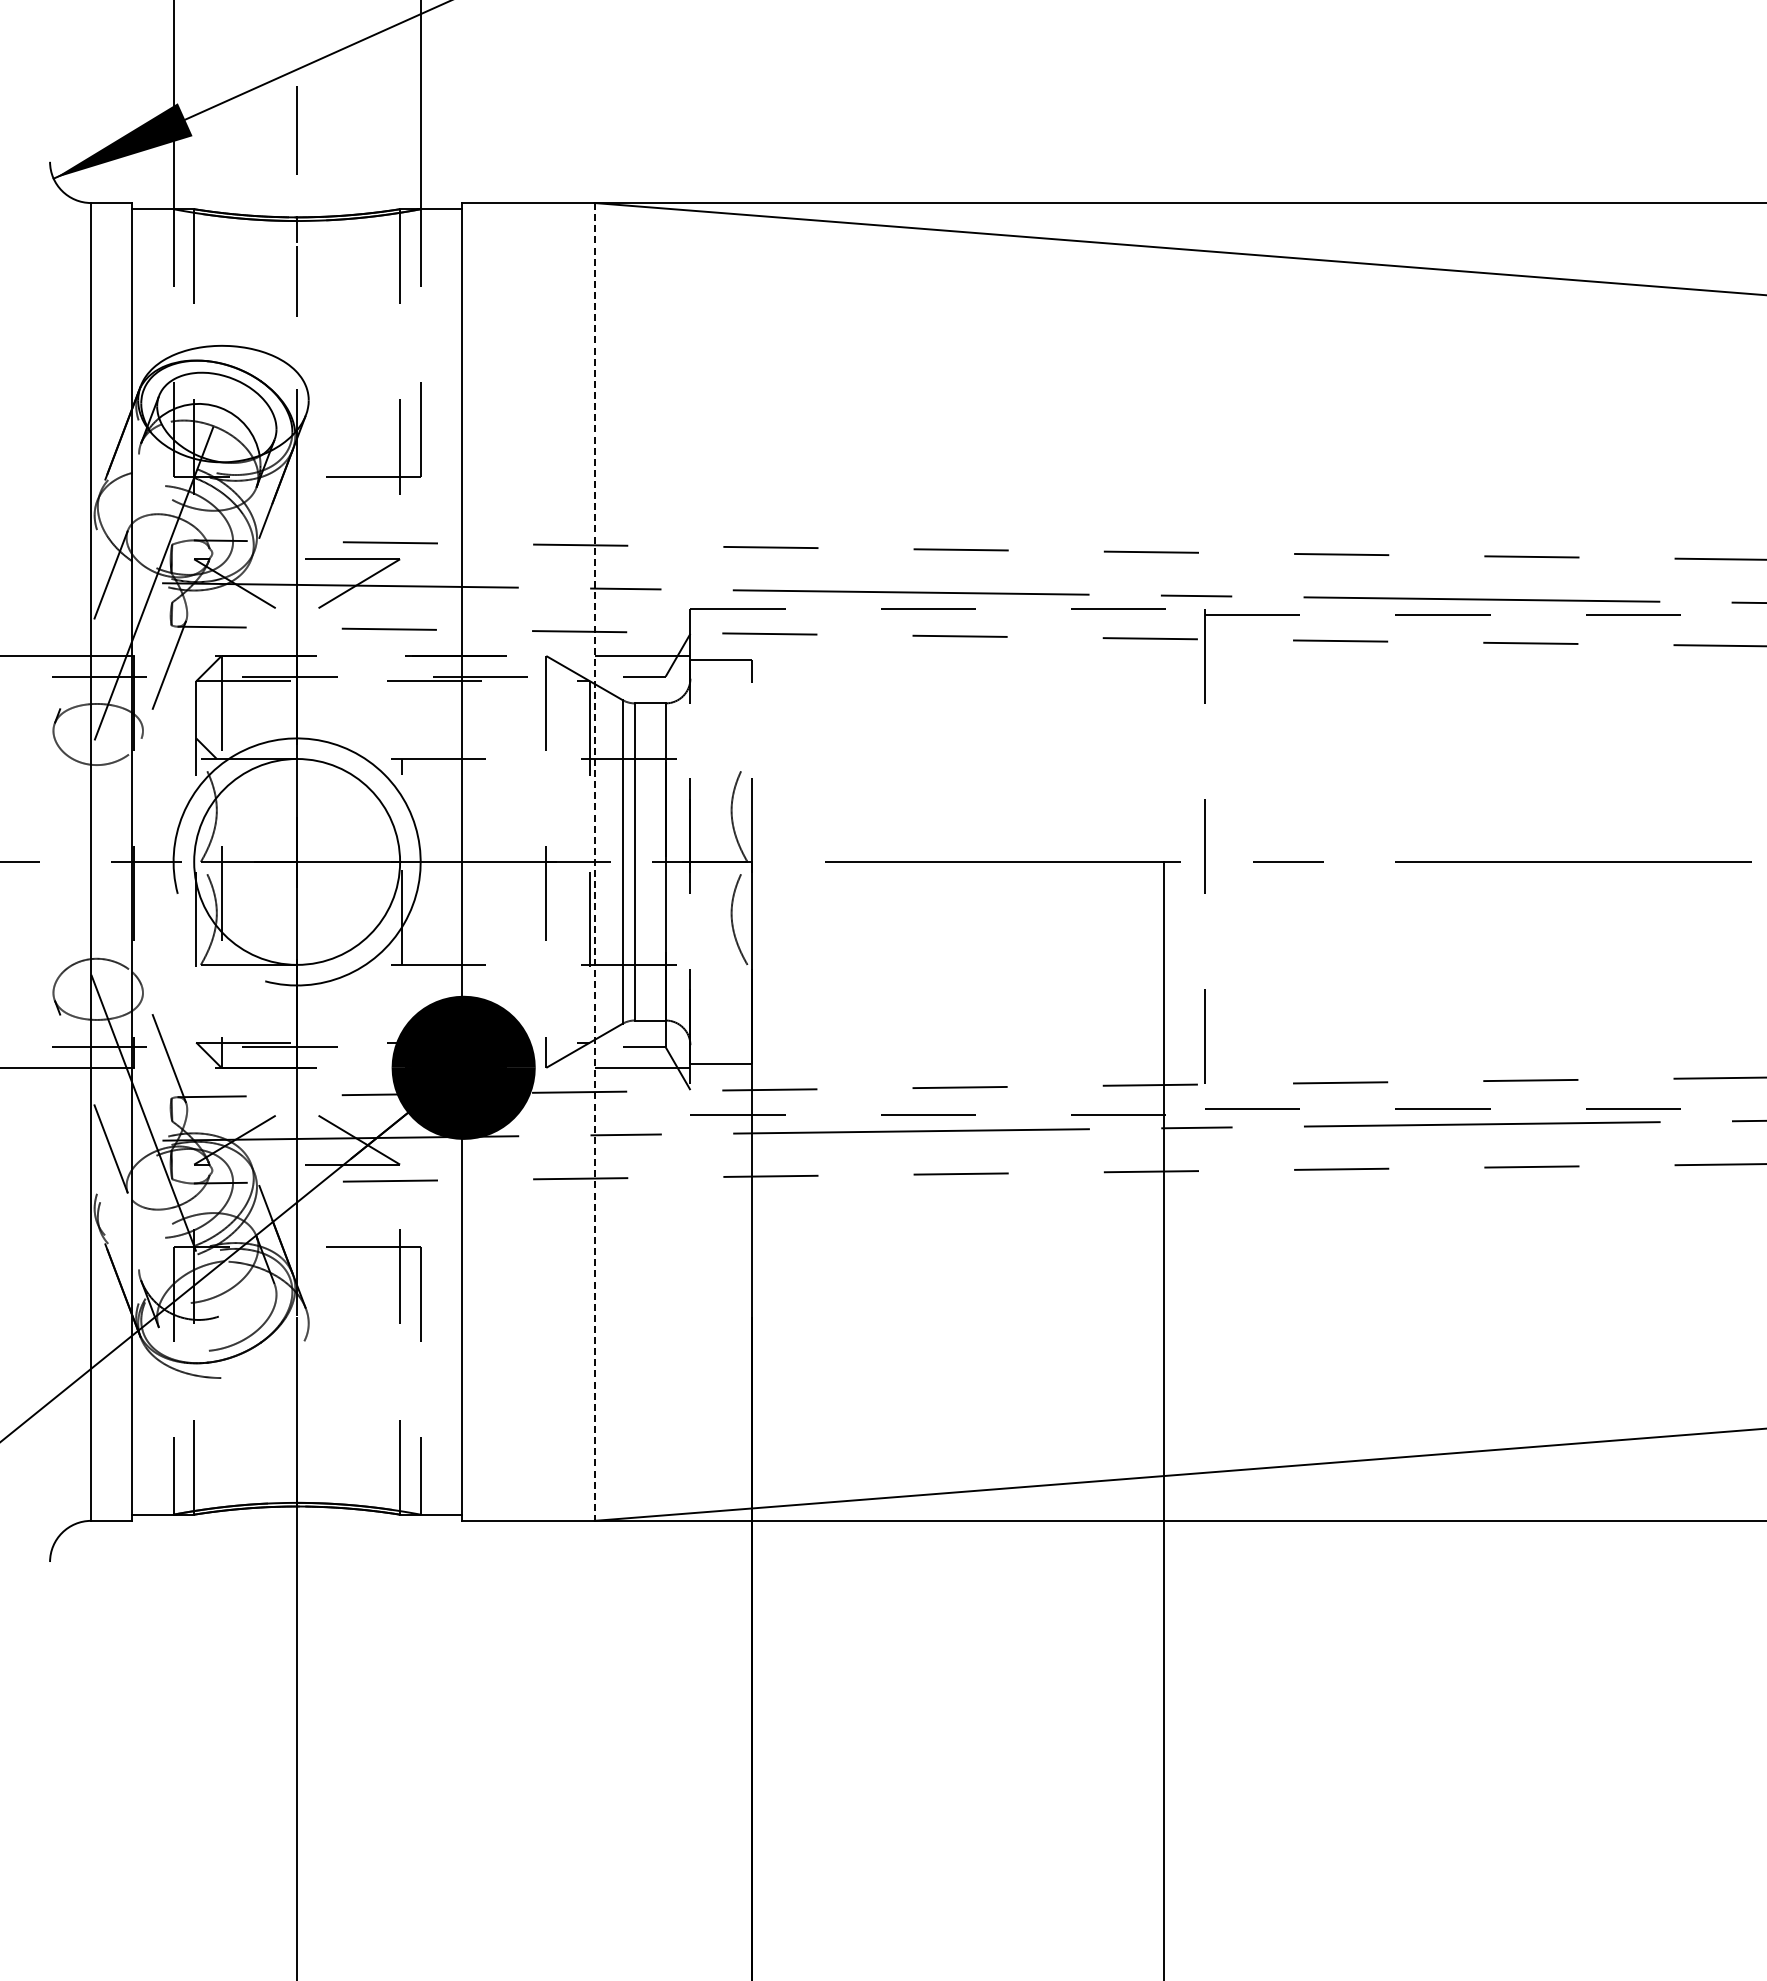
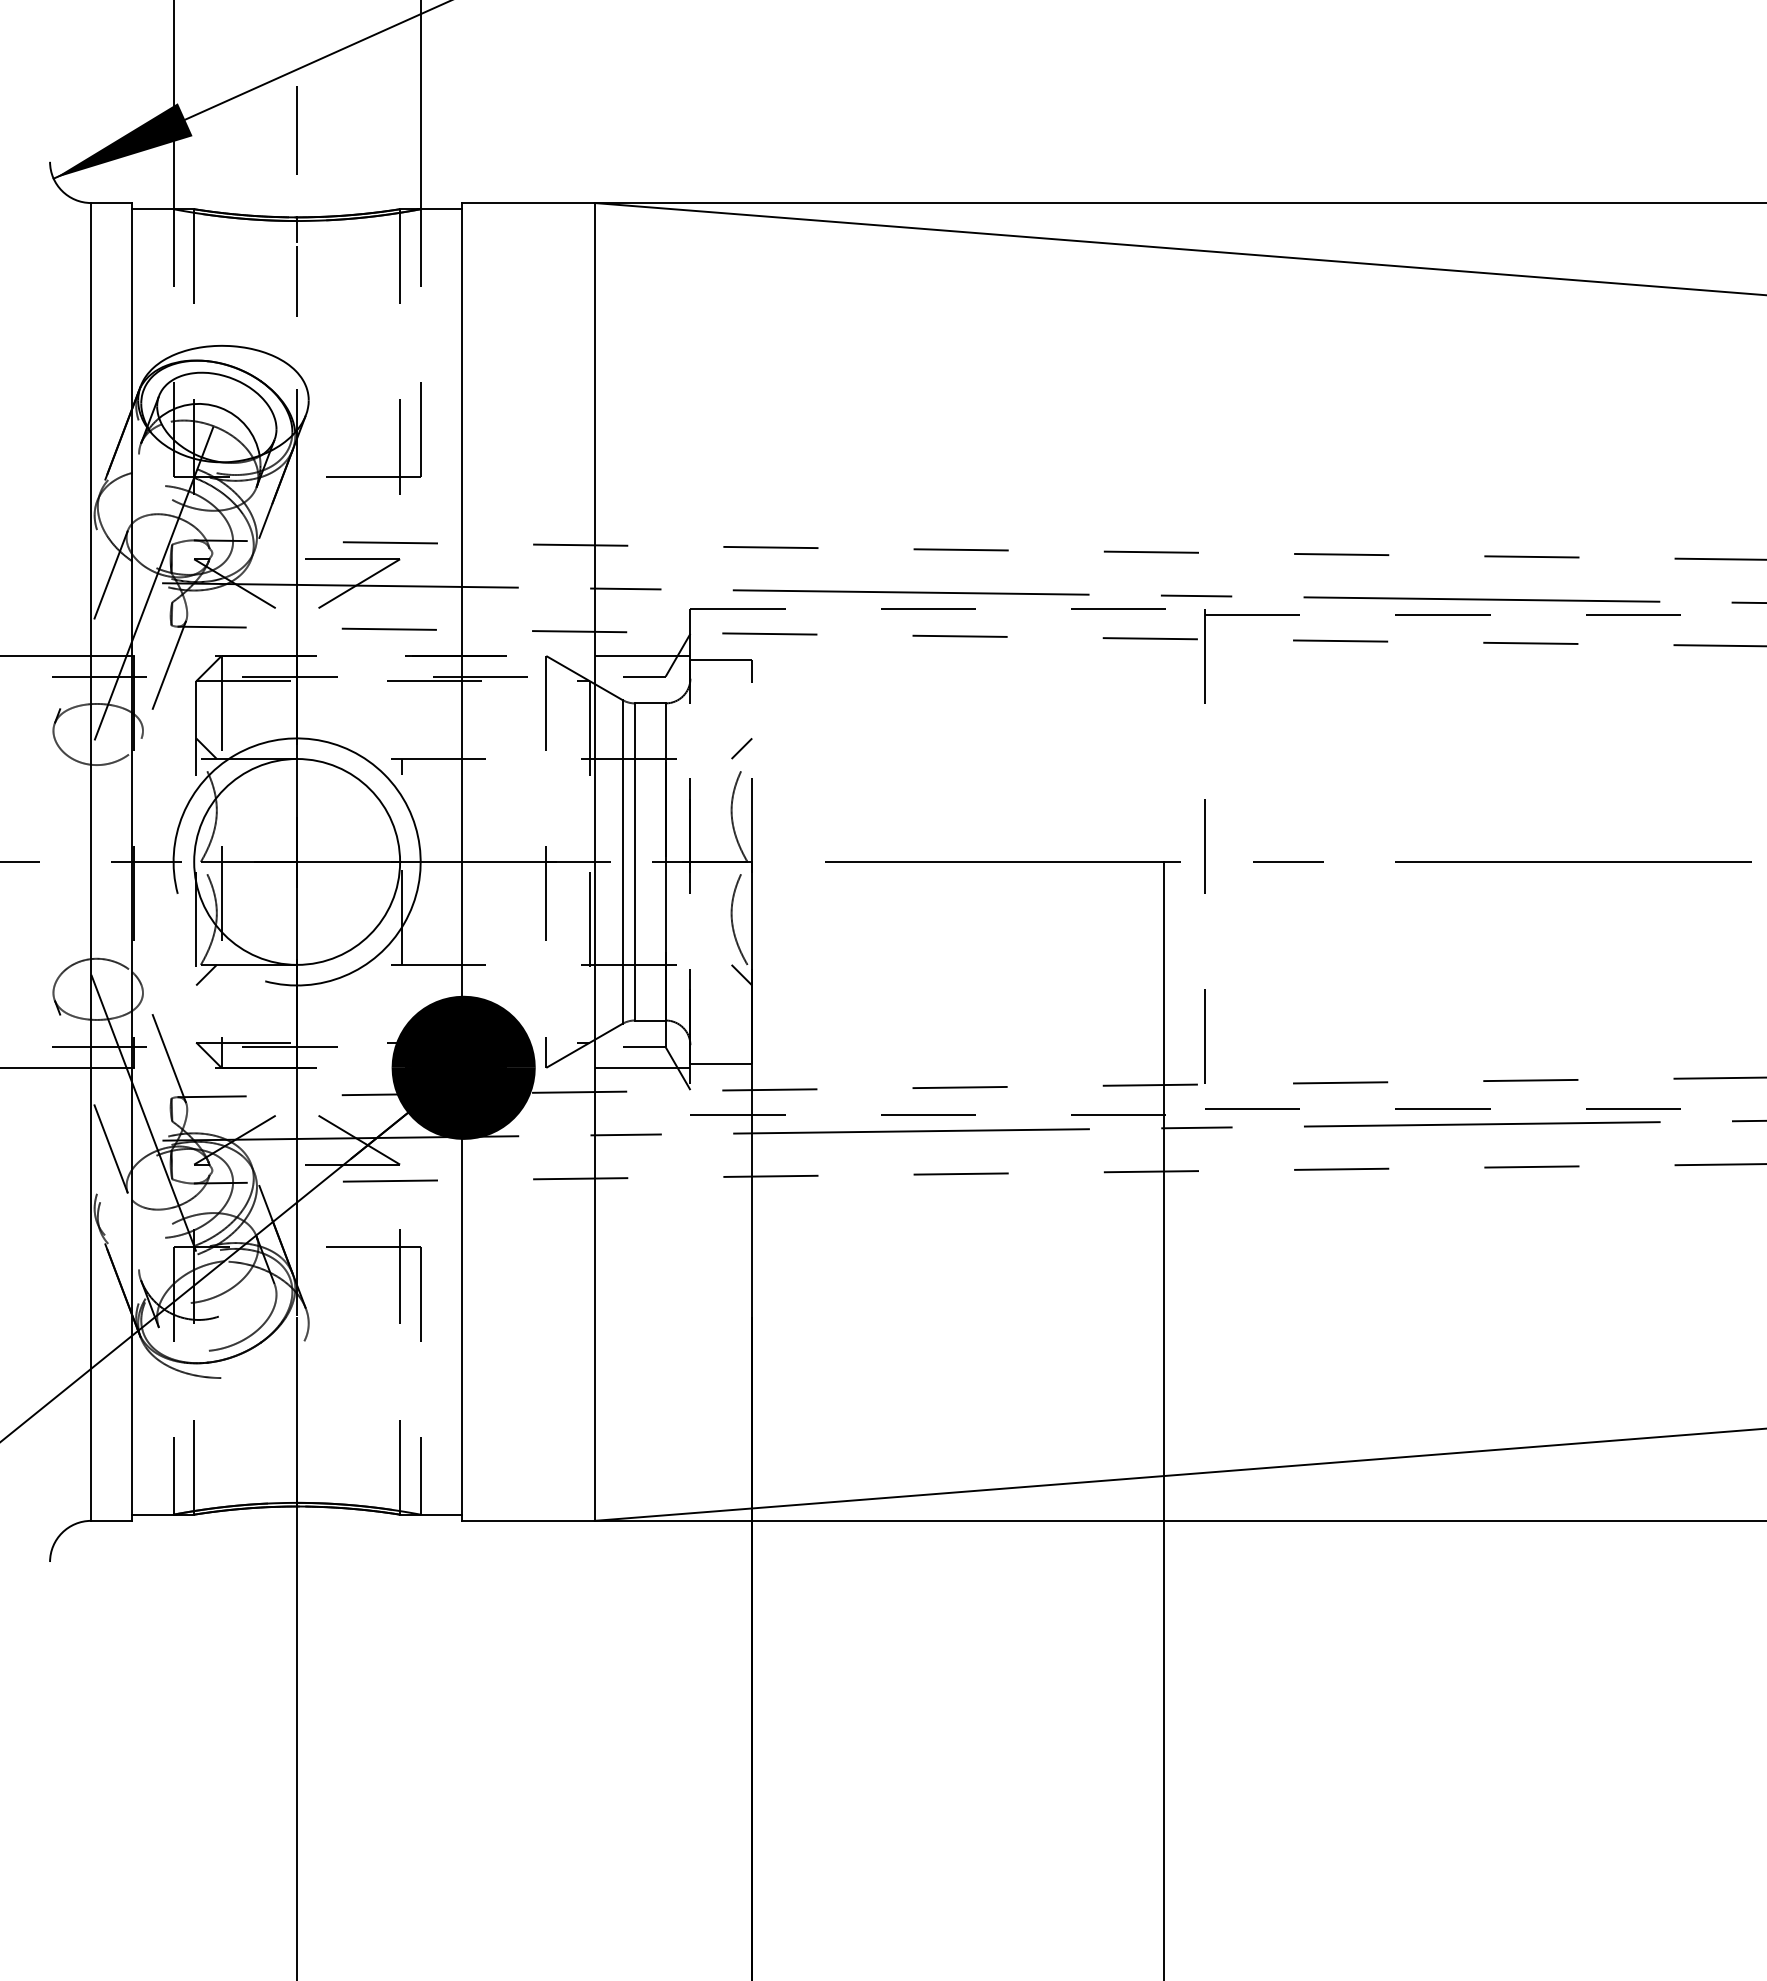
line at (741, 748): none -> present
line at (594, 861): dashed -> solid
line at (206, 974): none -> present
line at (741, 974): none -> present
